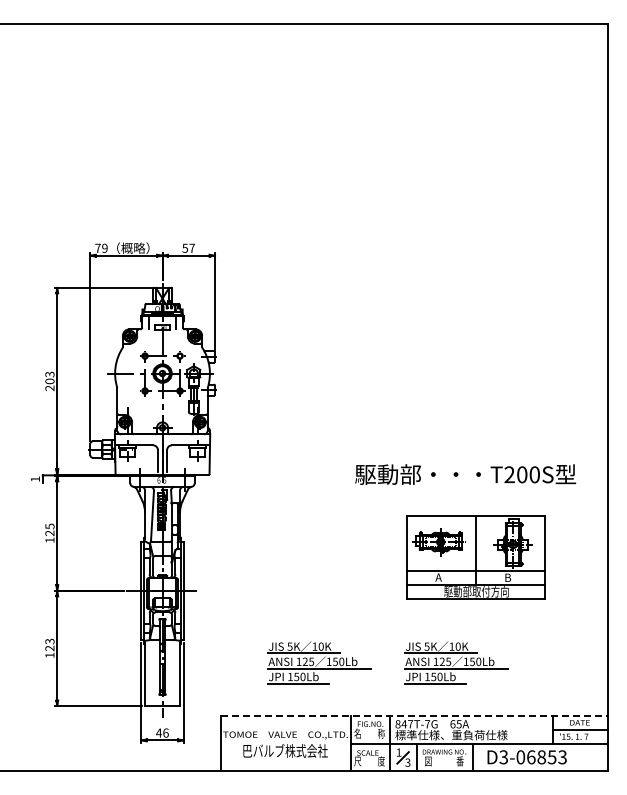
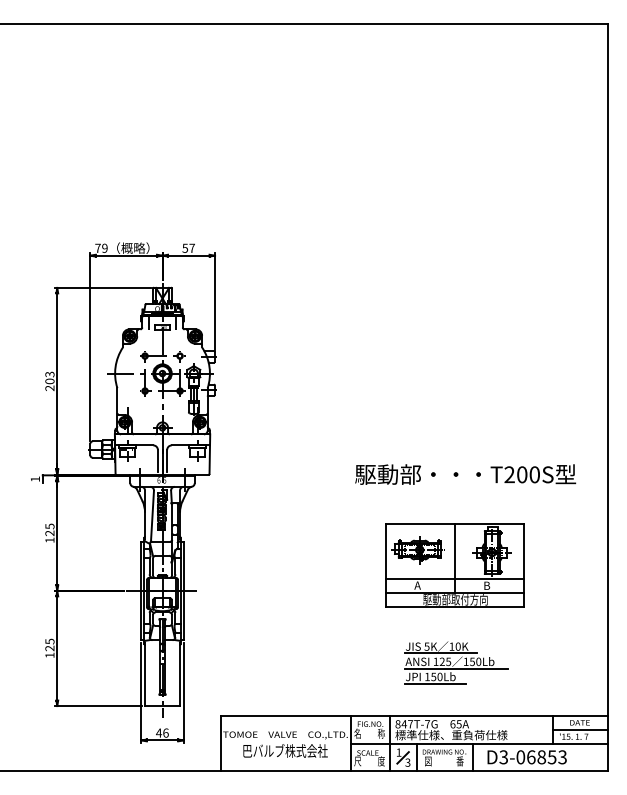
part at (475, 557) position: (475, 557) -> (454, 565)
text at (49, 641): 123 -> 125
part at (319, 662): present -> none
line at (415, 715): dashed -> solid
